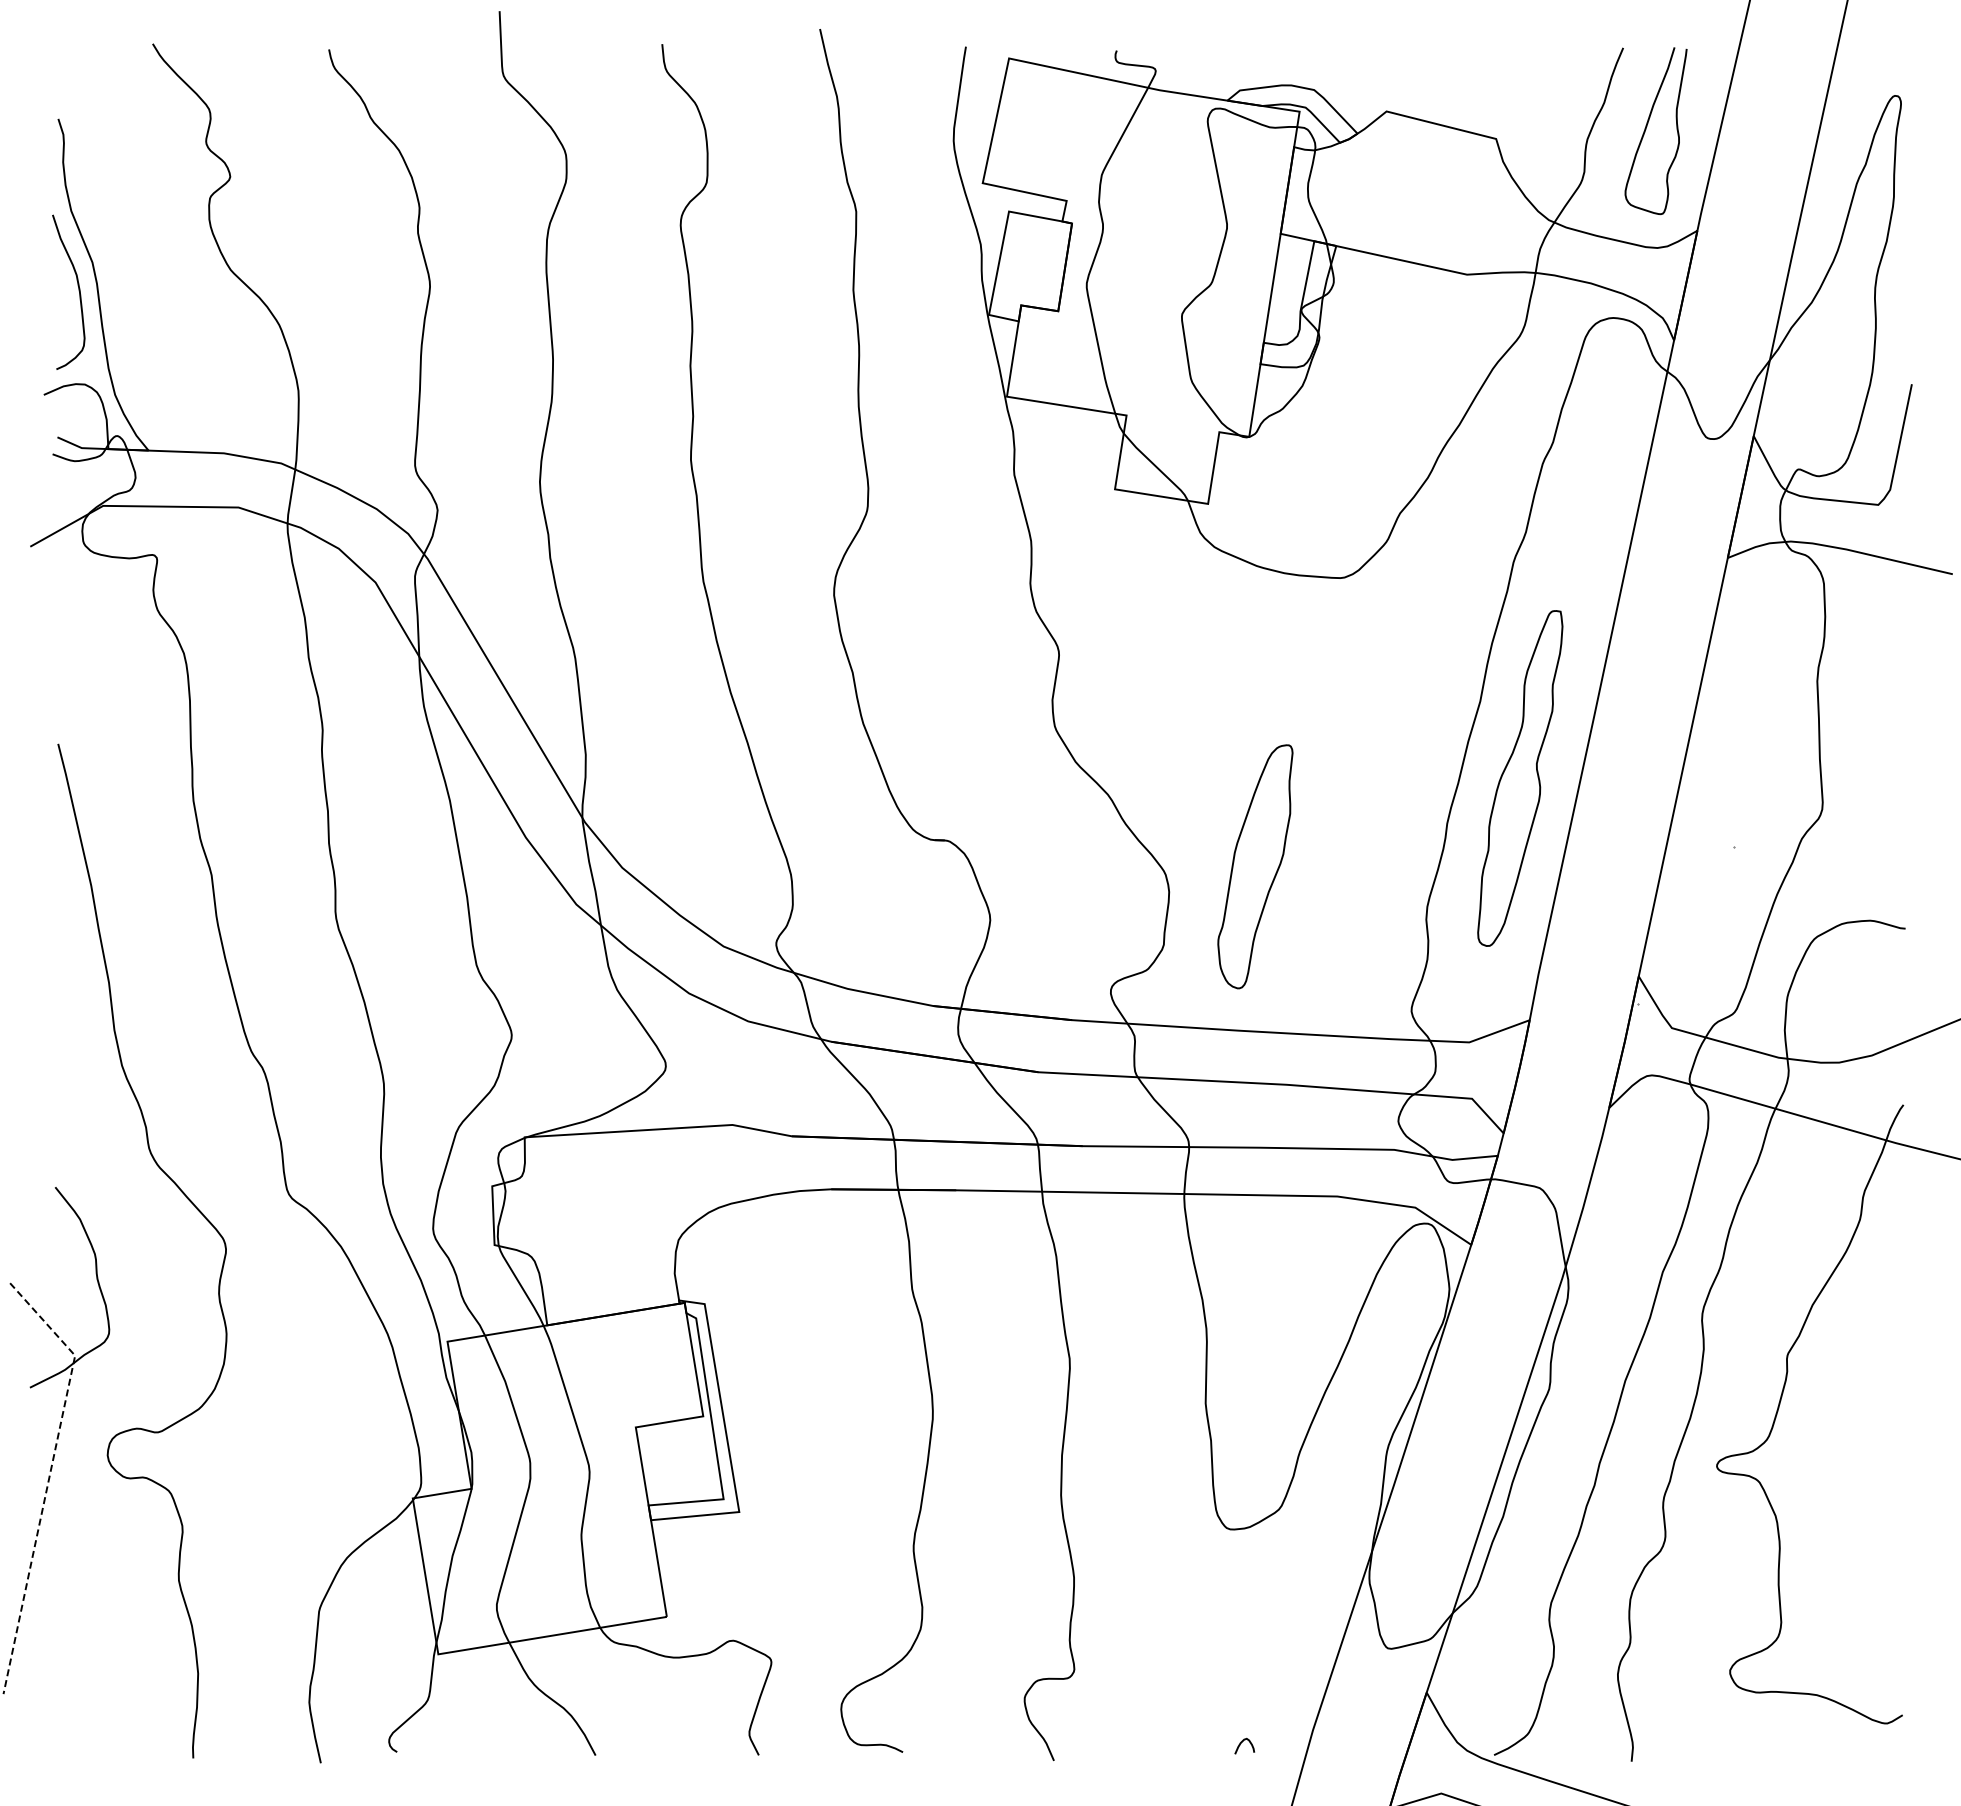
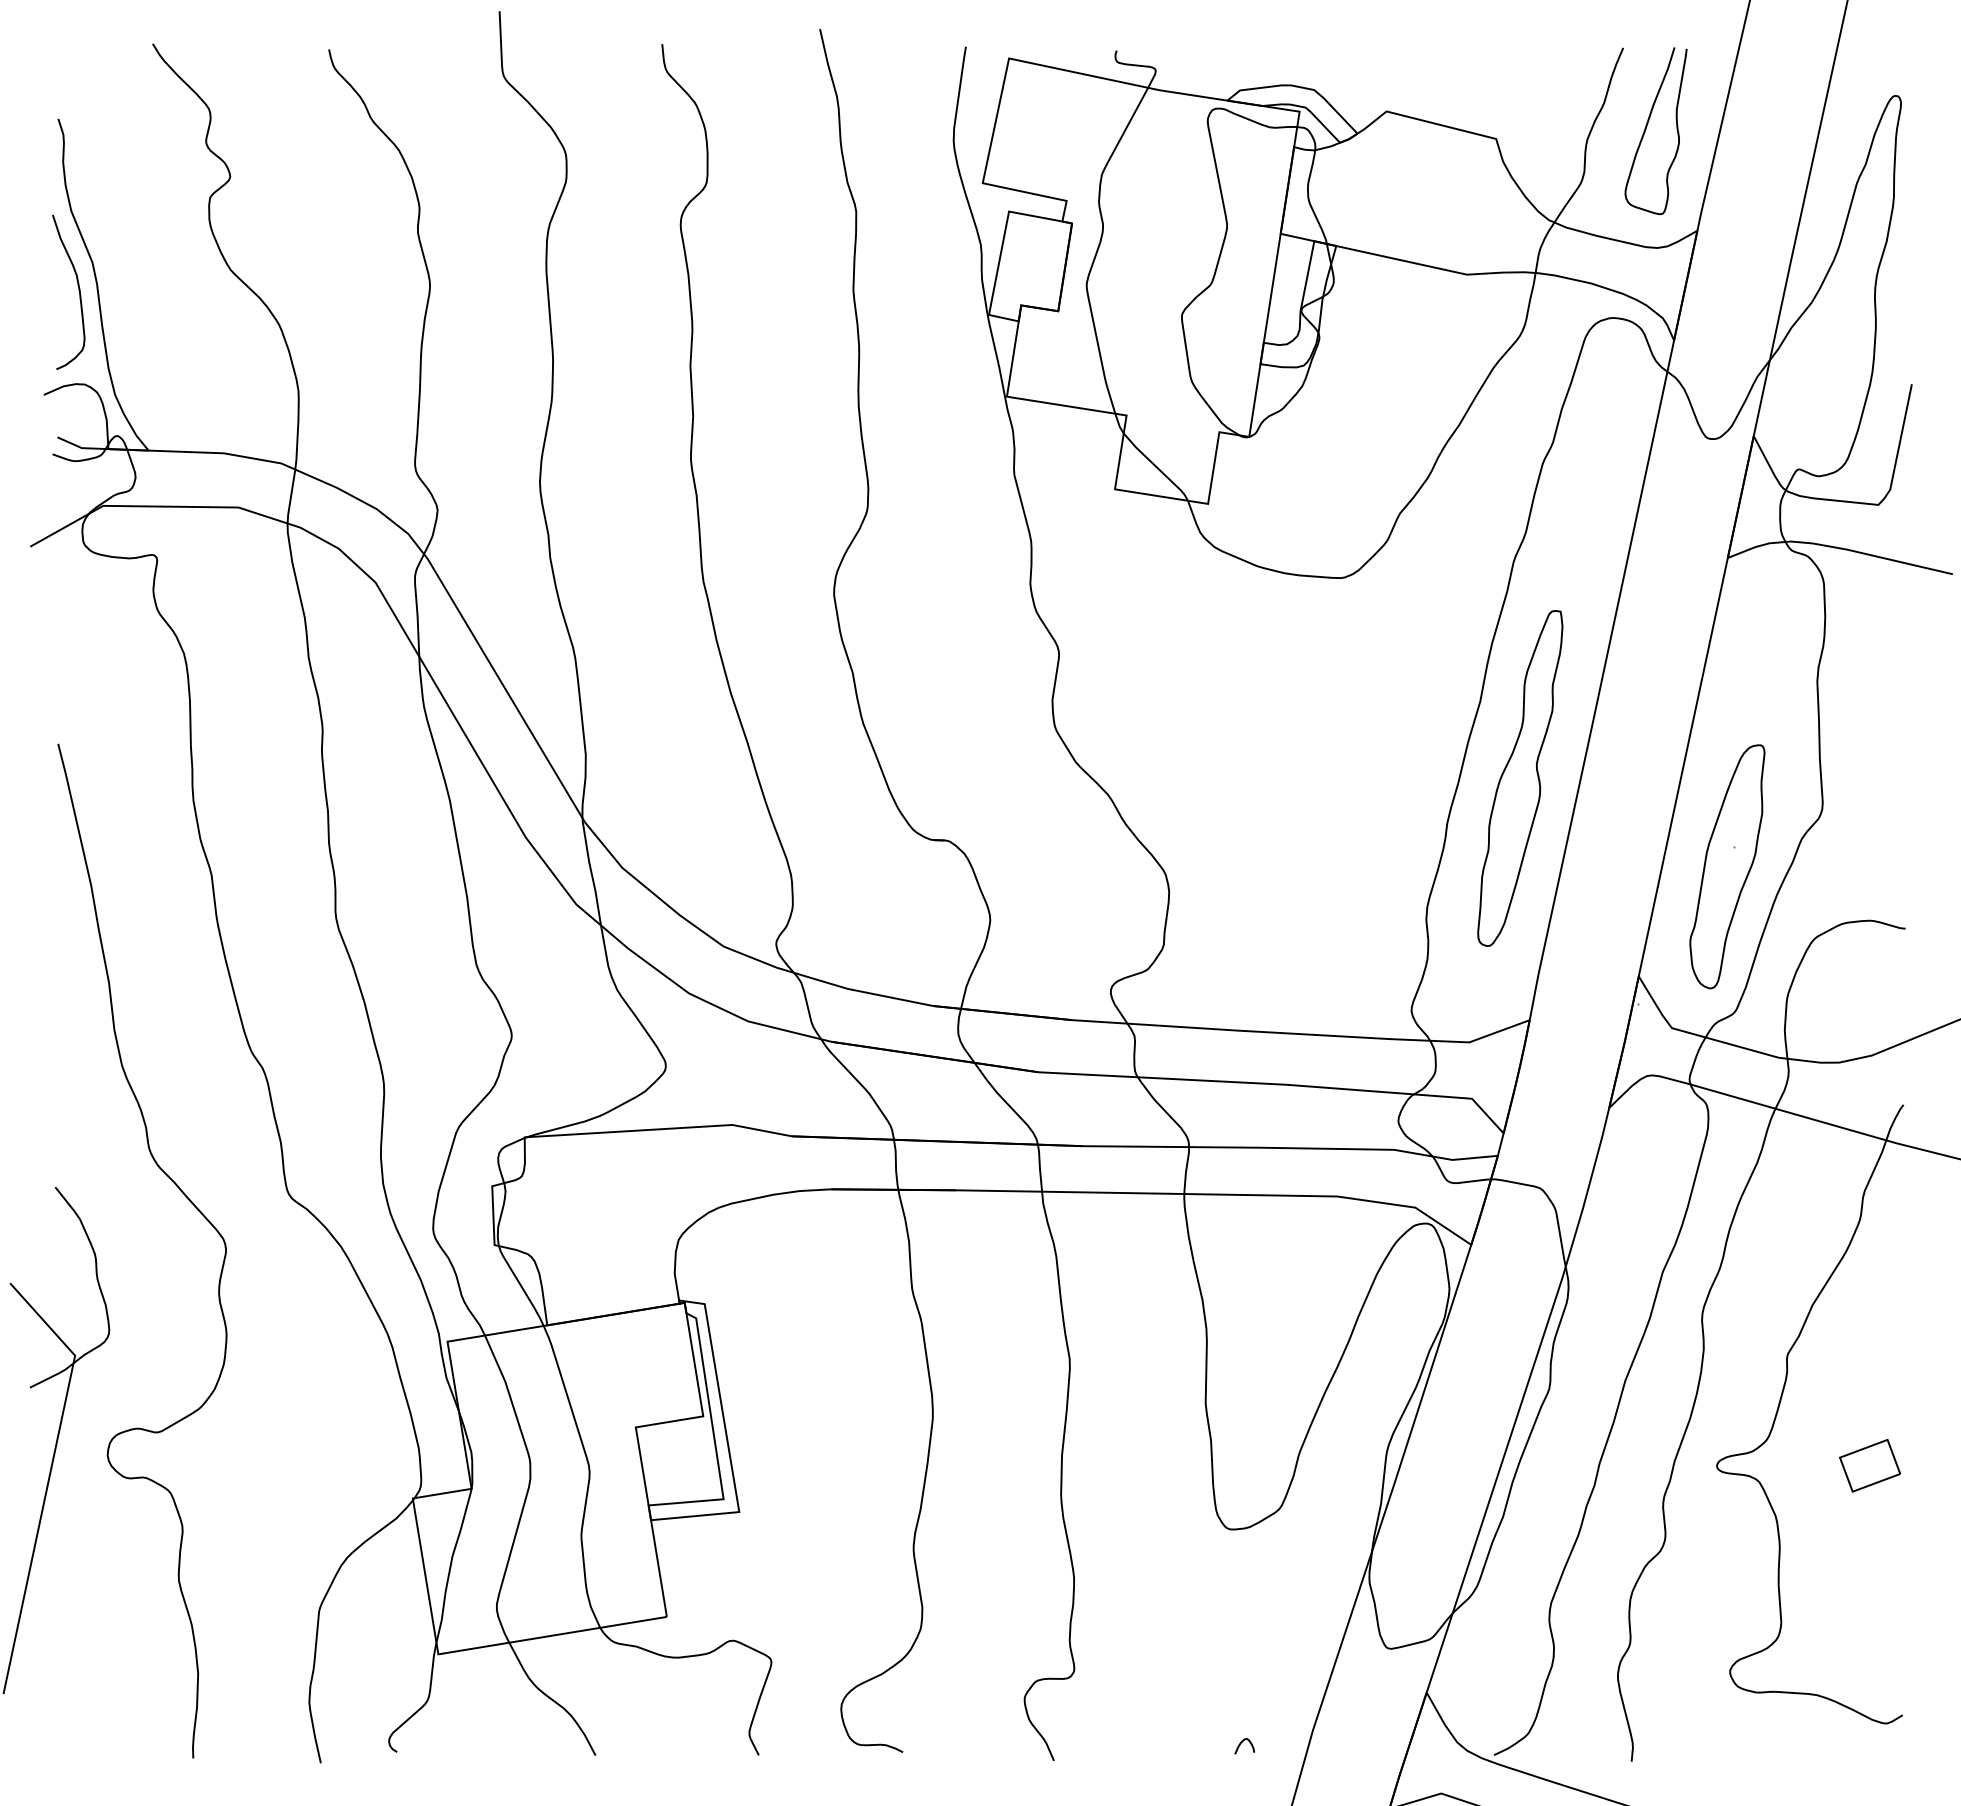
part at (1255, 866) position: (1255, 866) -> (1727, 866)
part at (1869, 1465): none -> present
line at (49, 1476): dashed -> solid
